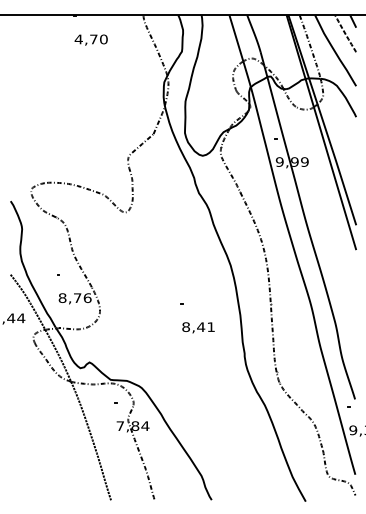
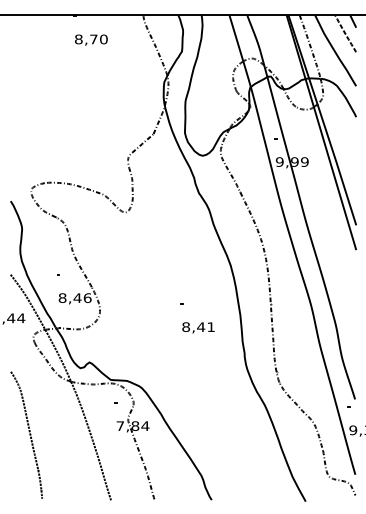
text at (78, 39): 4,70 -> 8,70
text at (77, 297): 8,76 -> 8,46
curve at (29, 434): none -> present
